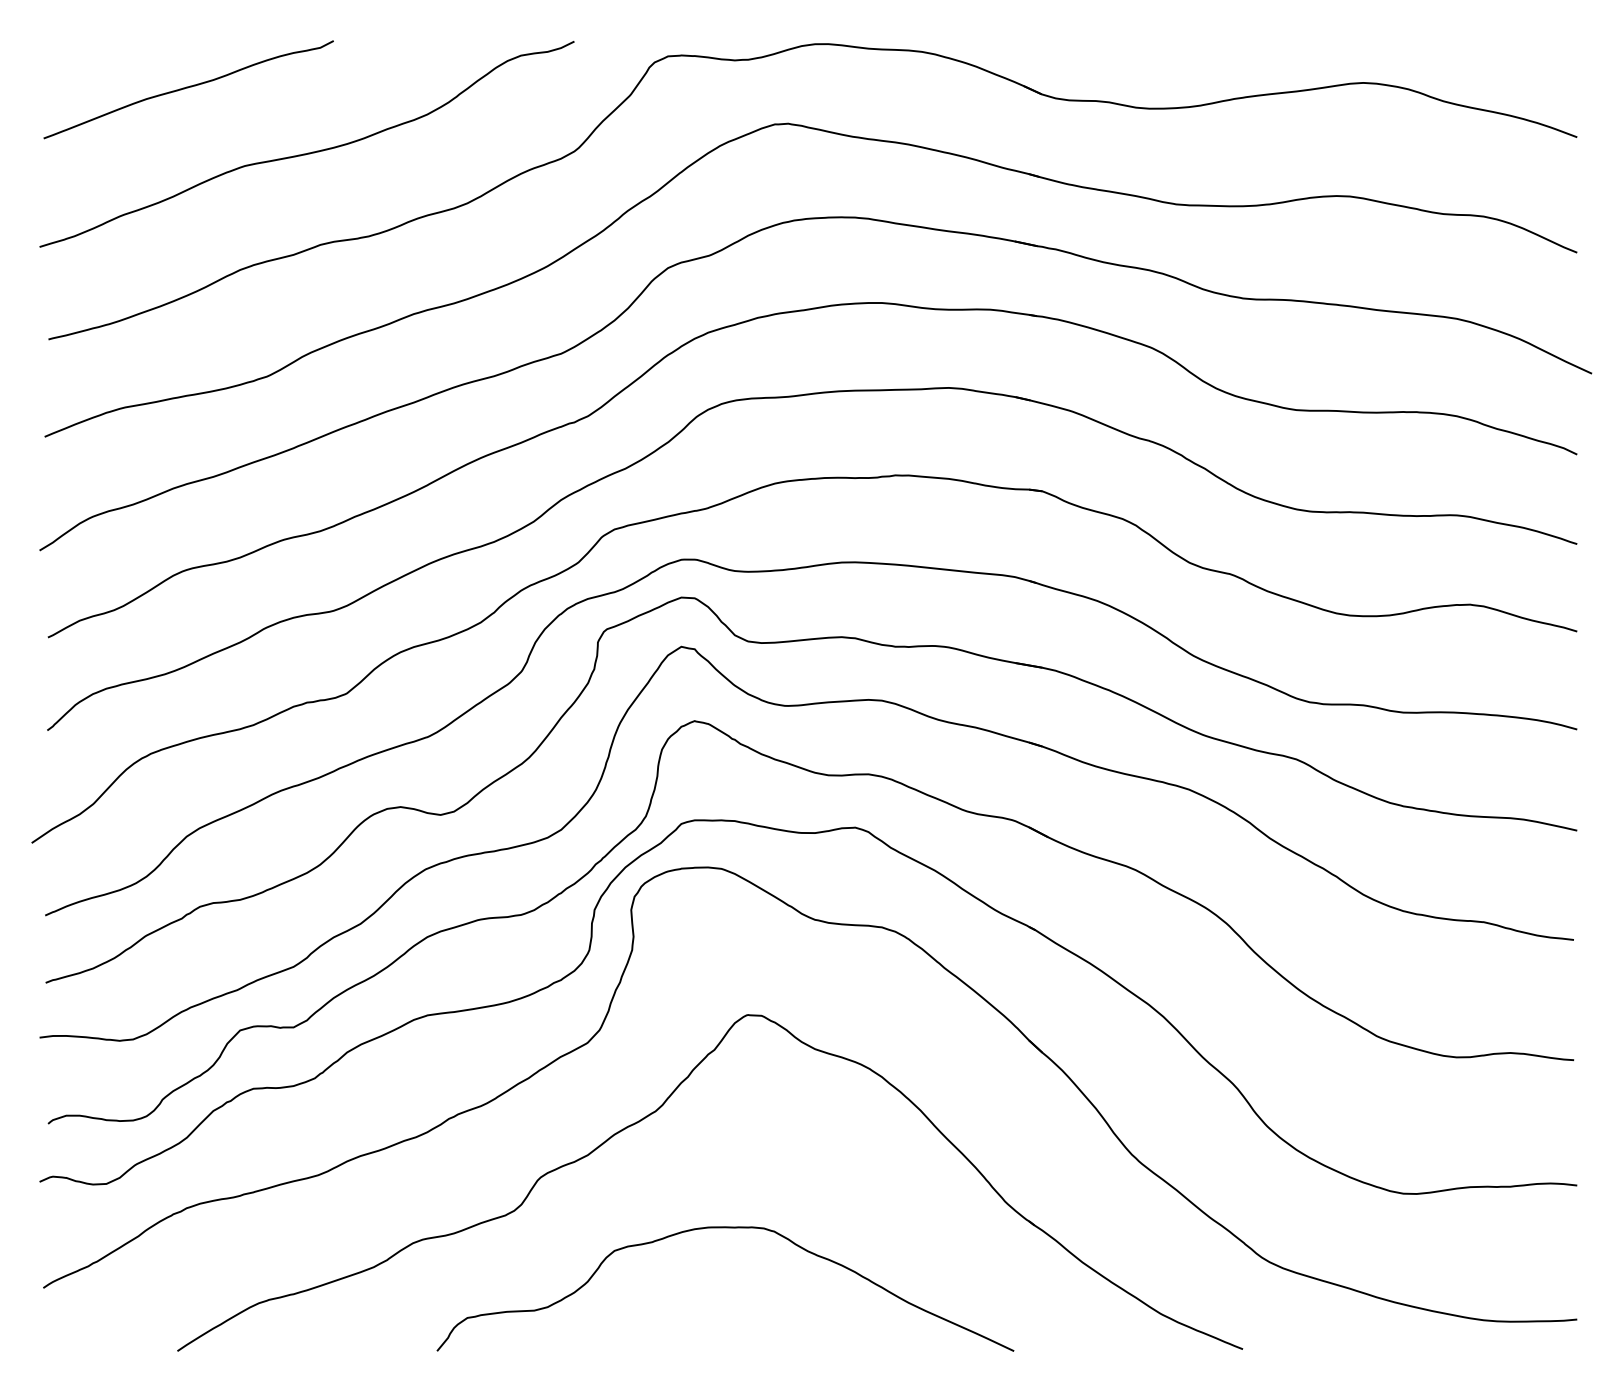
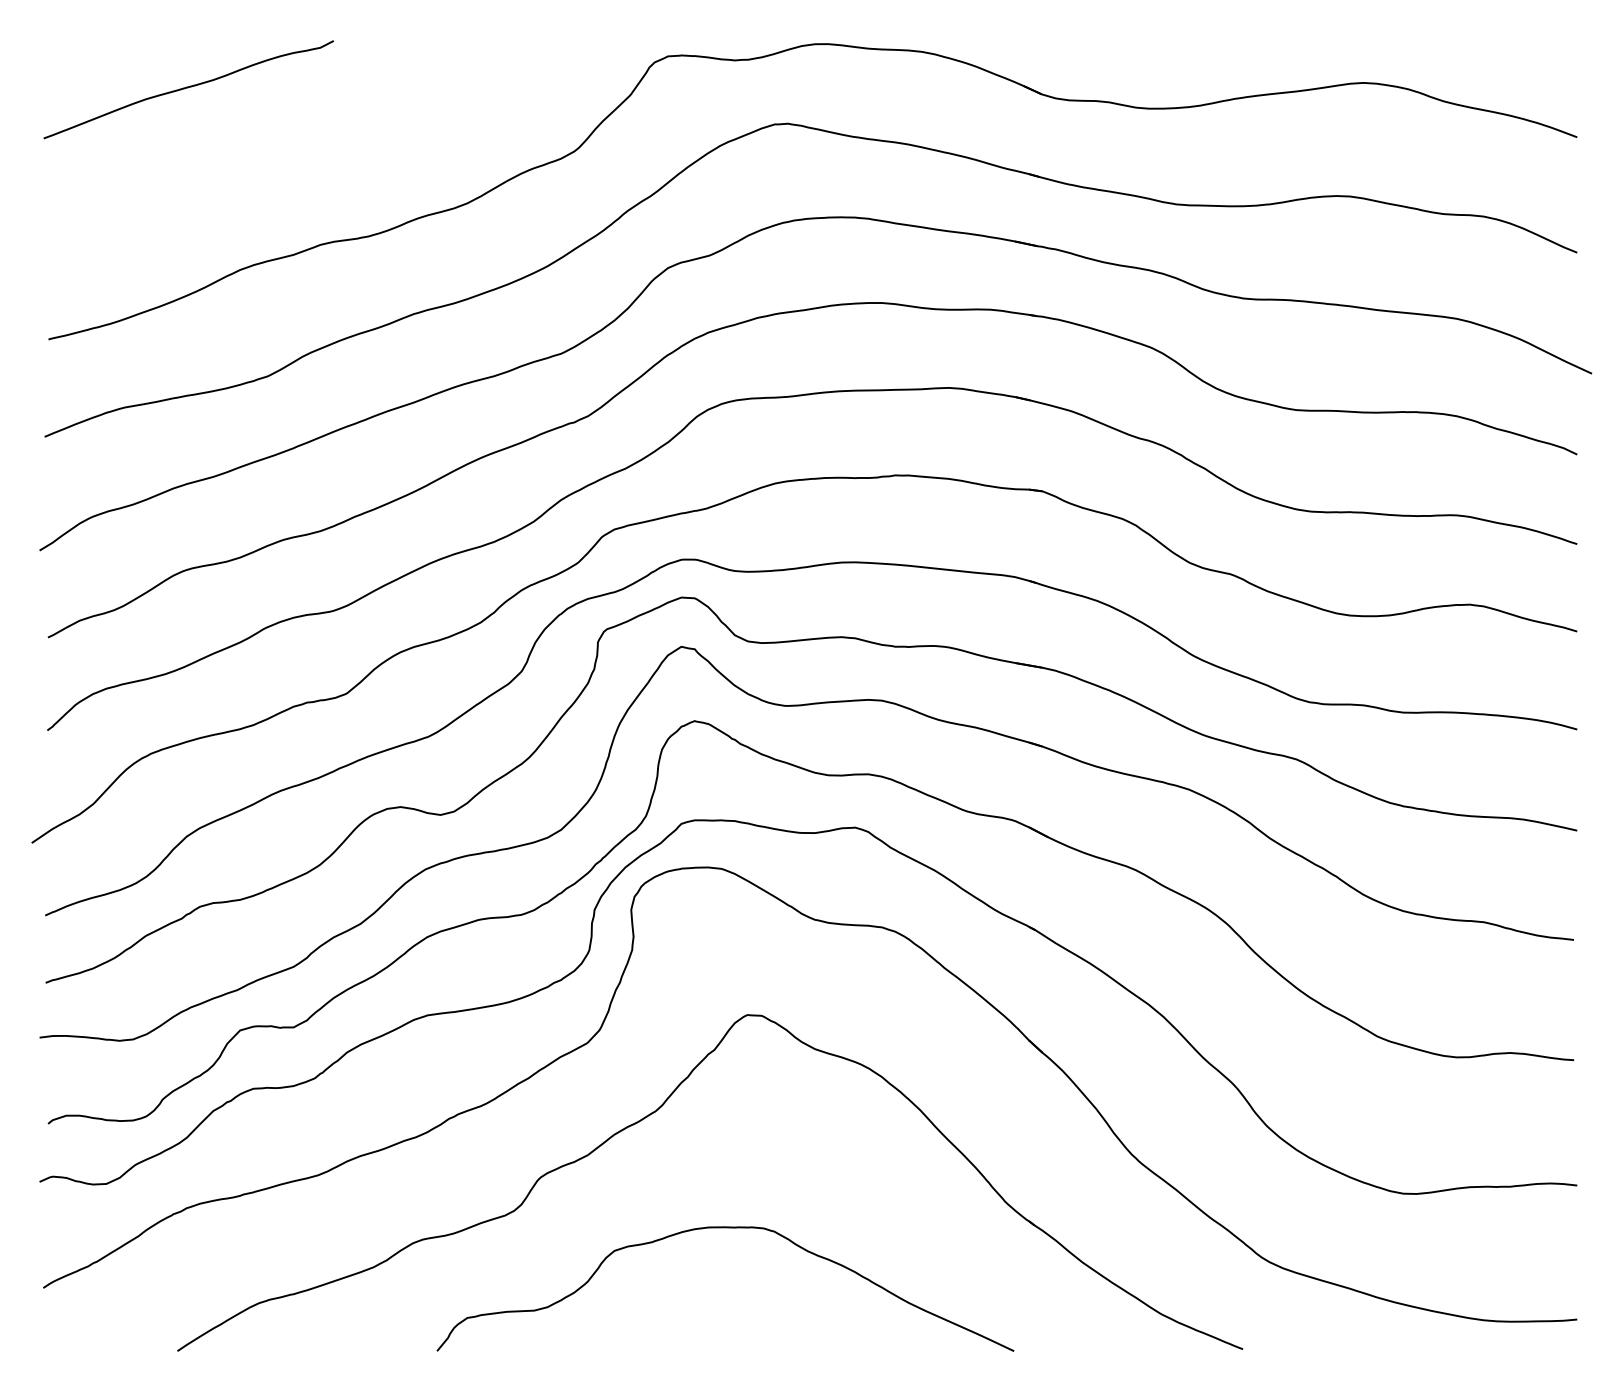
curve at (308, 152): present -> none
